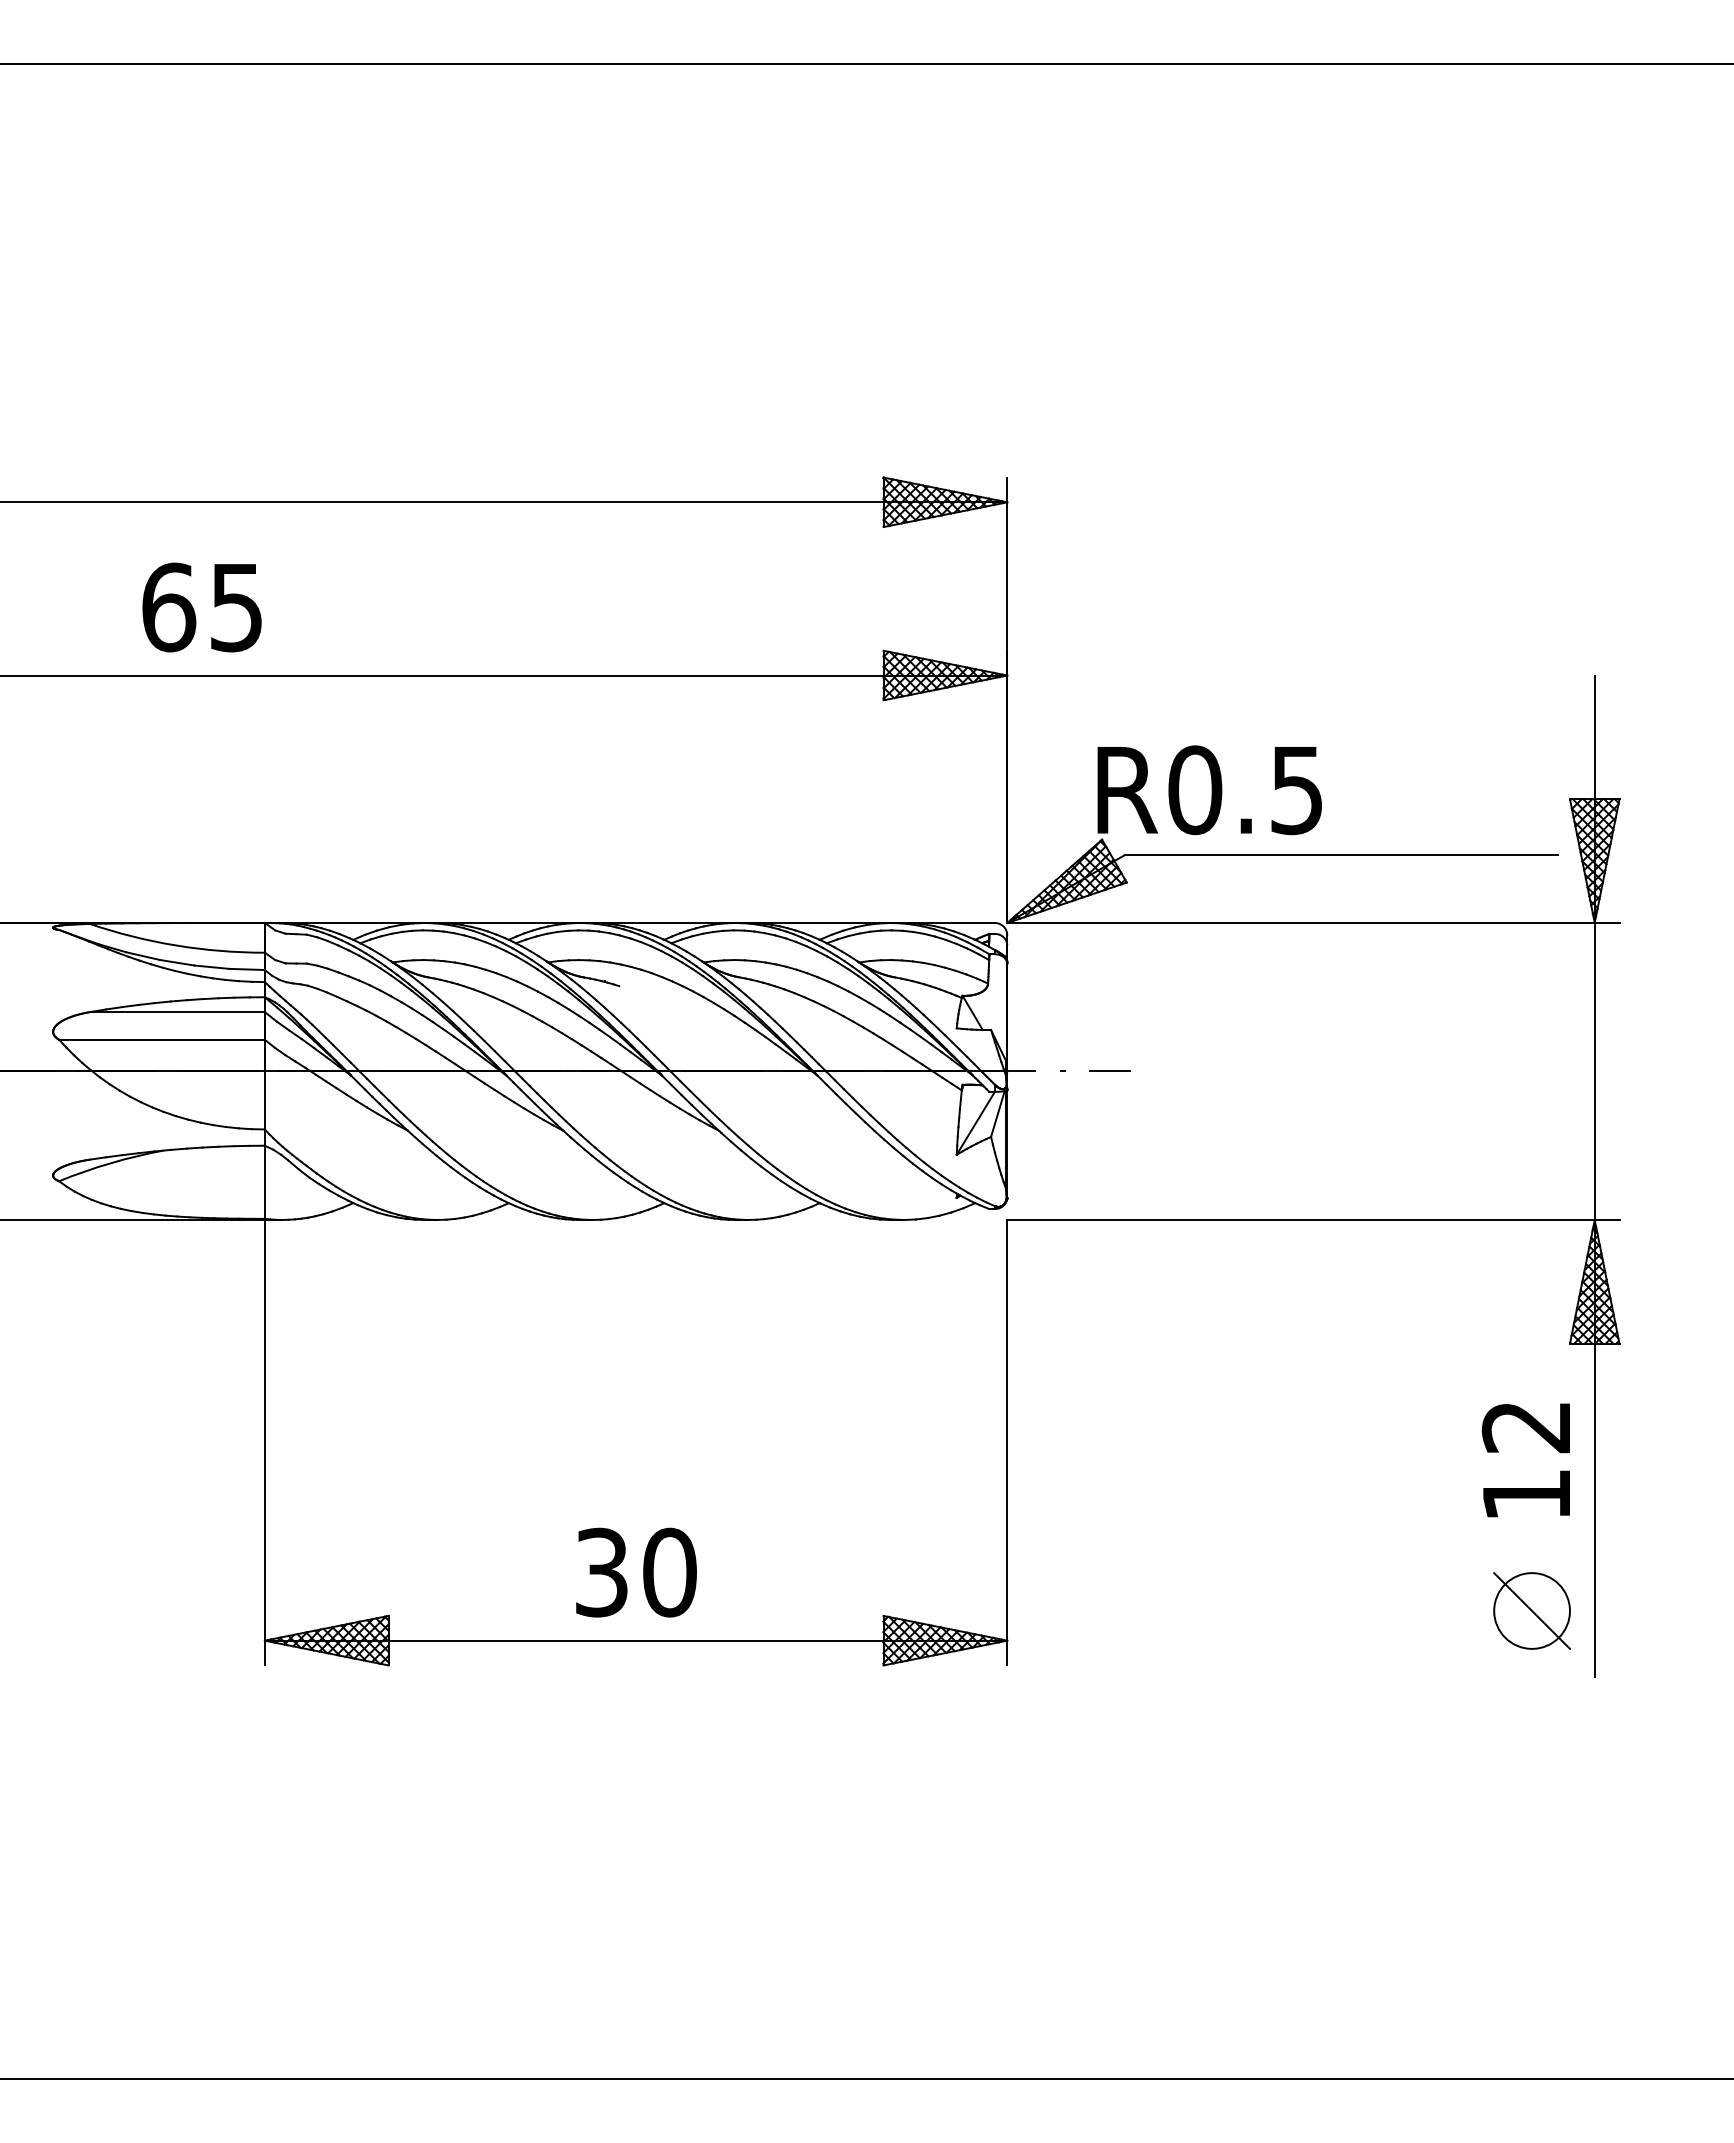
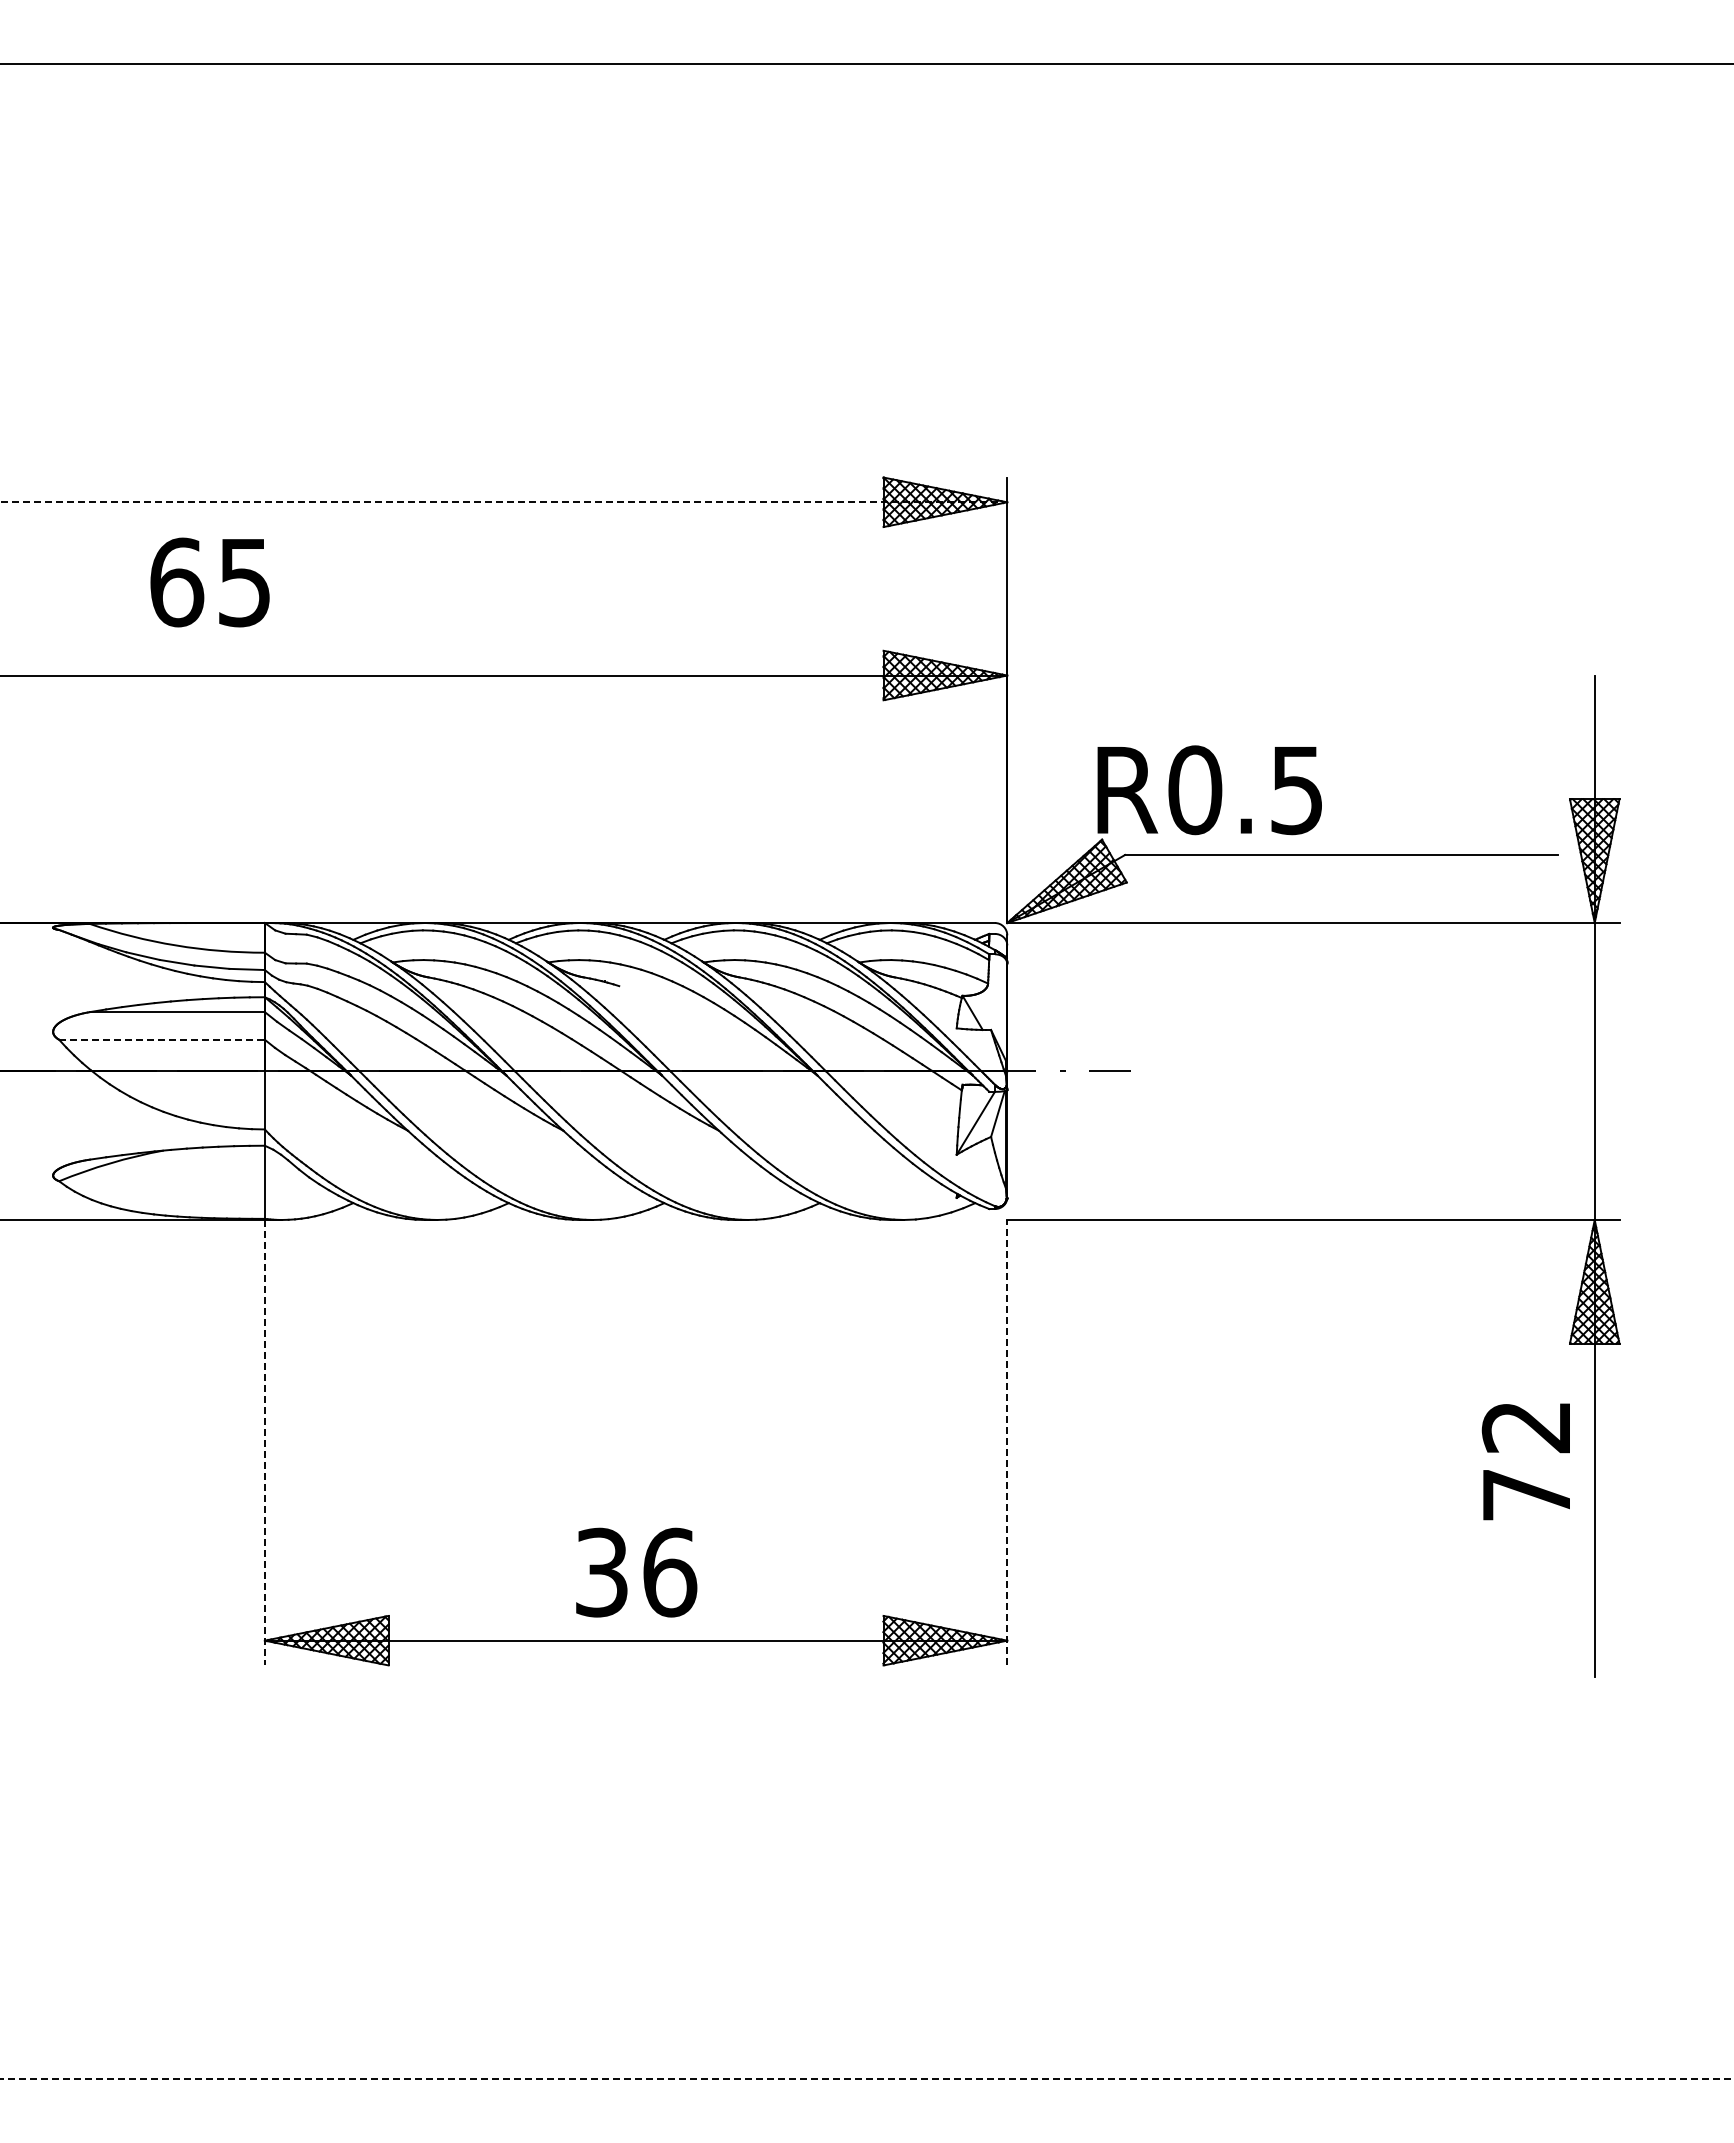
line at (504, 502): solid -> dashed
text at (201, 607) position: (201, 607) -> (209, 582)
line at (162, 1039): solid -> dashed
line at (264, 1442): solid -> dashed
line at (1007, 1442): solid -> dashed
text at (1526, 1495): 12 -> 72
text at (670, 1572): 30 -> 36
part at (1531, 1610): present -> none
line at (867, 2078): solid -> dashed
